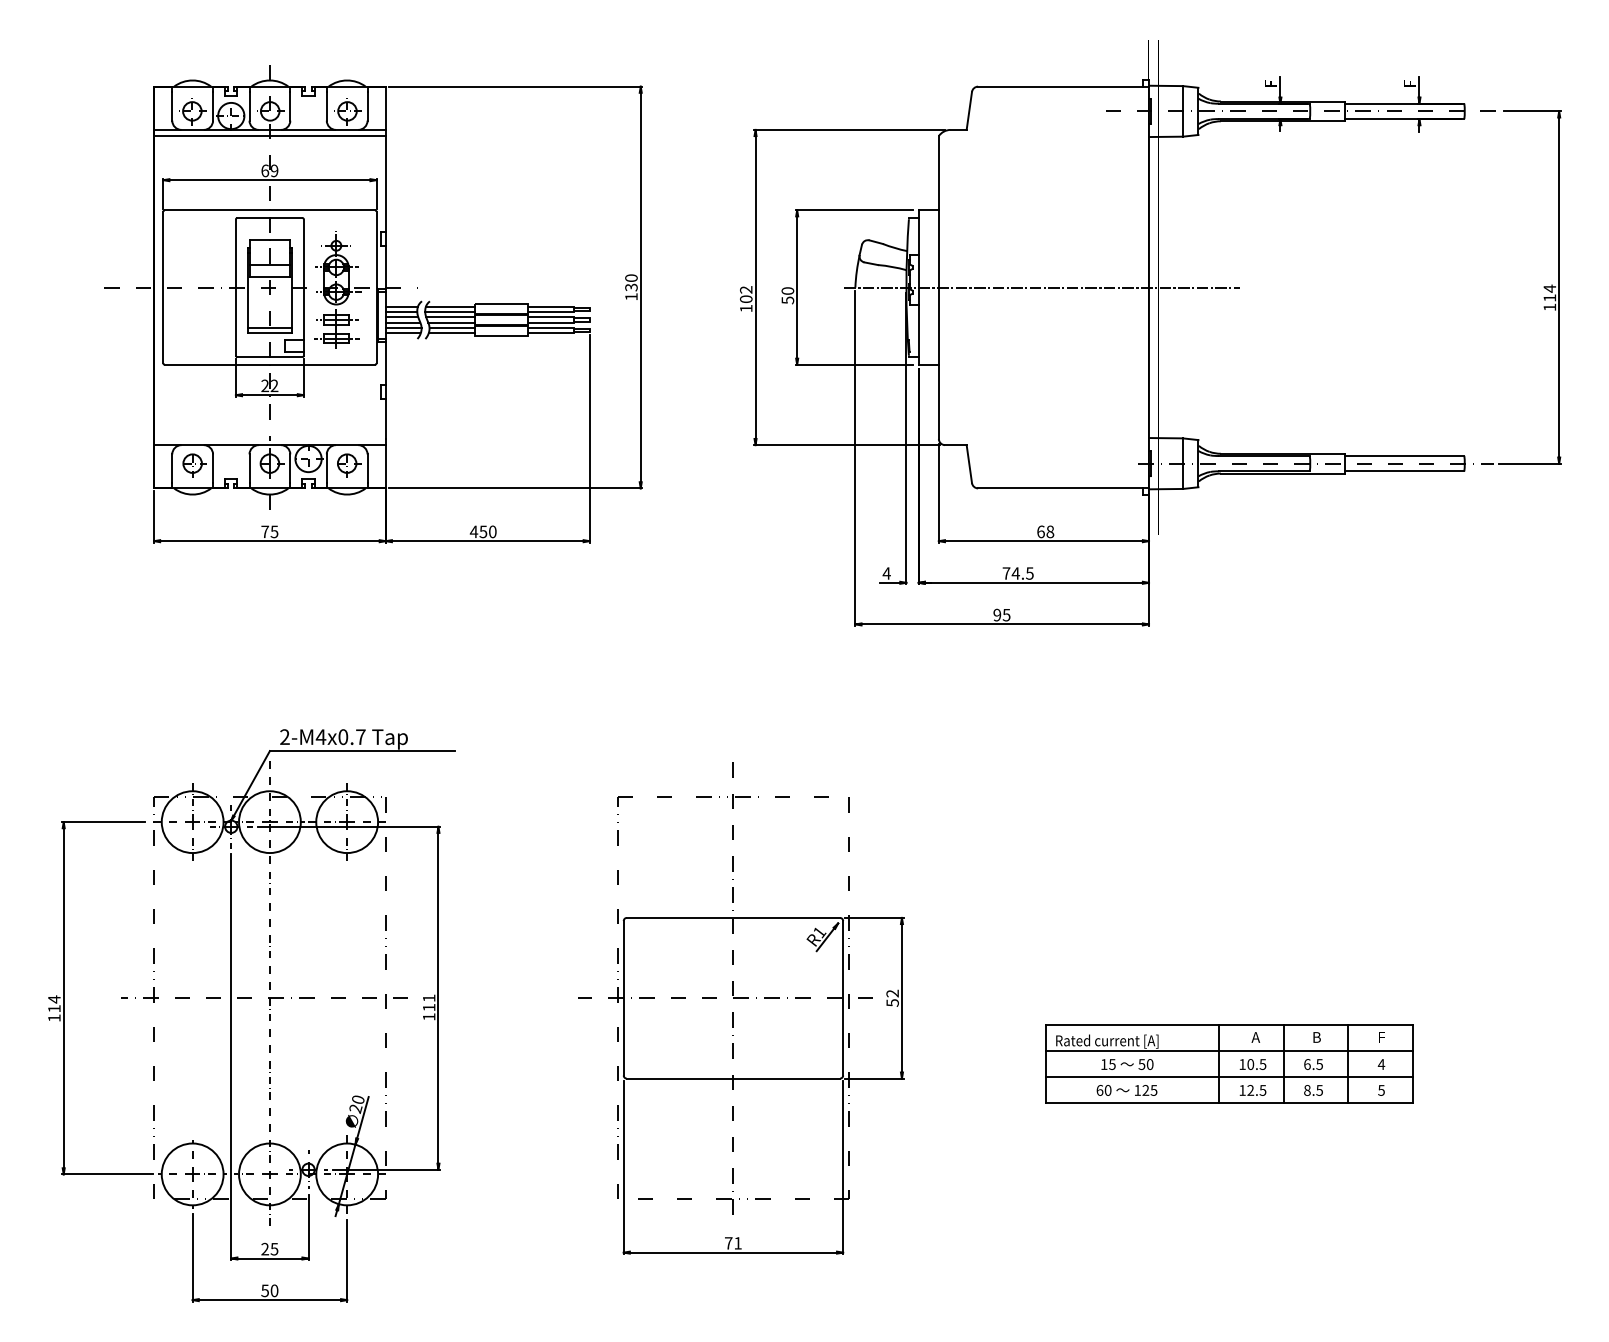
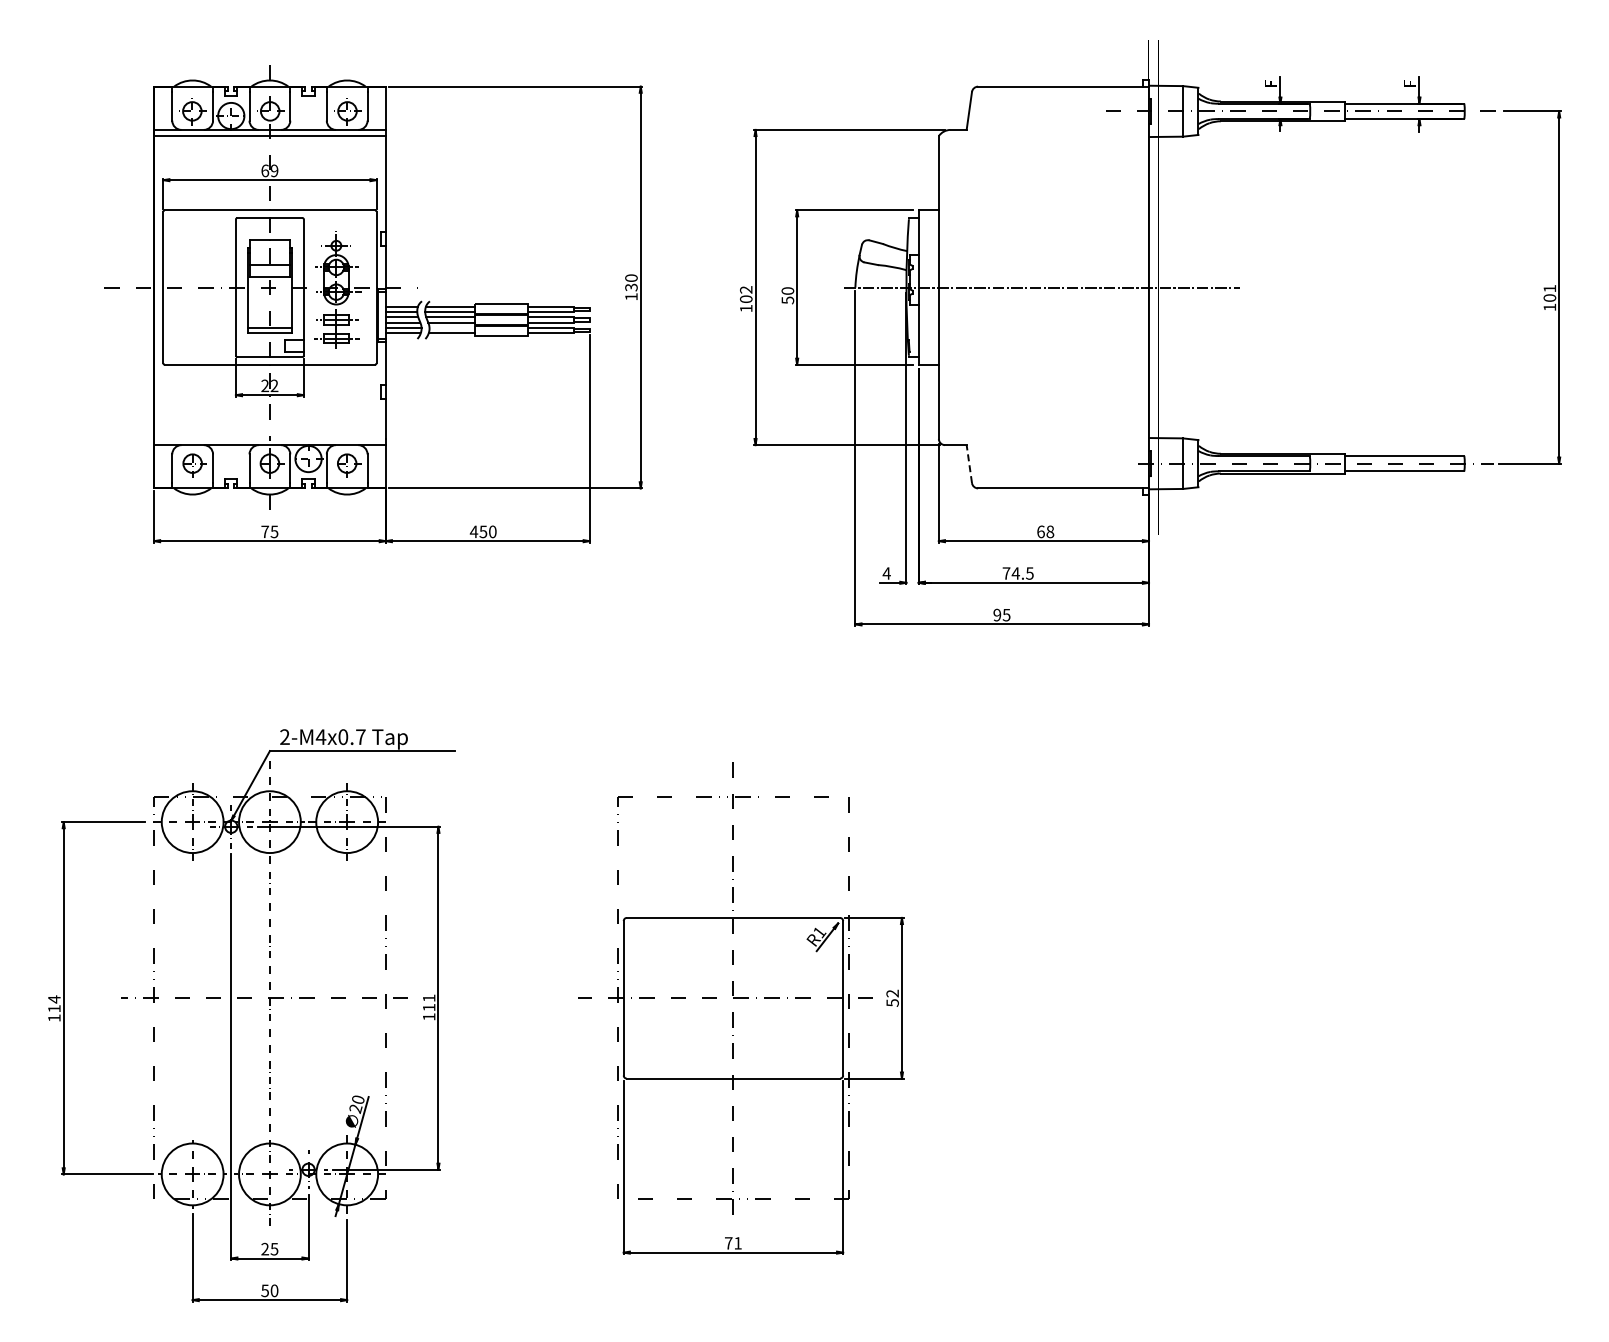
text at (1549, 292): 114 -> 101
line at (452, 328): present -> none
line at (969, 463): solid -> dashed
part at (1229, 1063): present -> none
